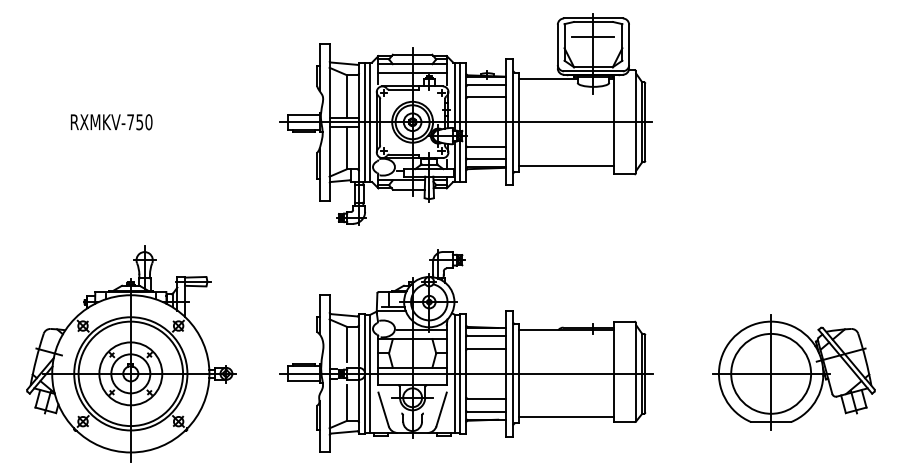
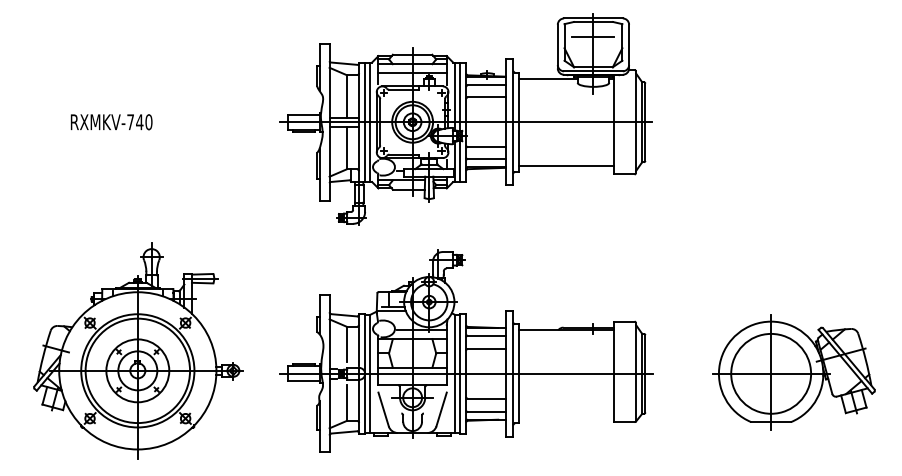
text at (139, 122): RXMKV-750 -> RXMKV-740
part at (131, 353) position: (131, 353) -> (138, 350)
line at (565, 417): present -> none
